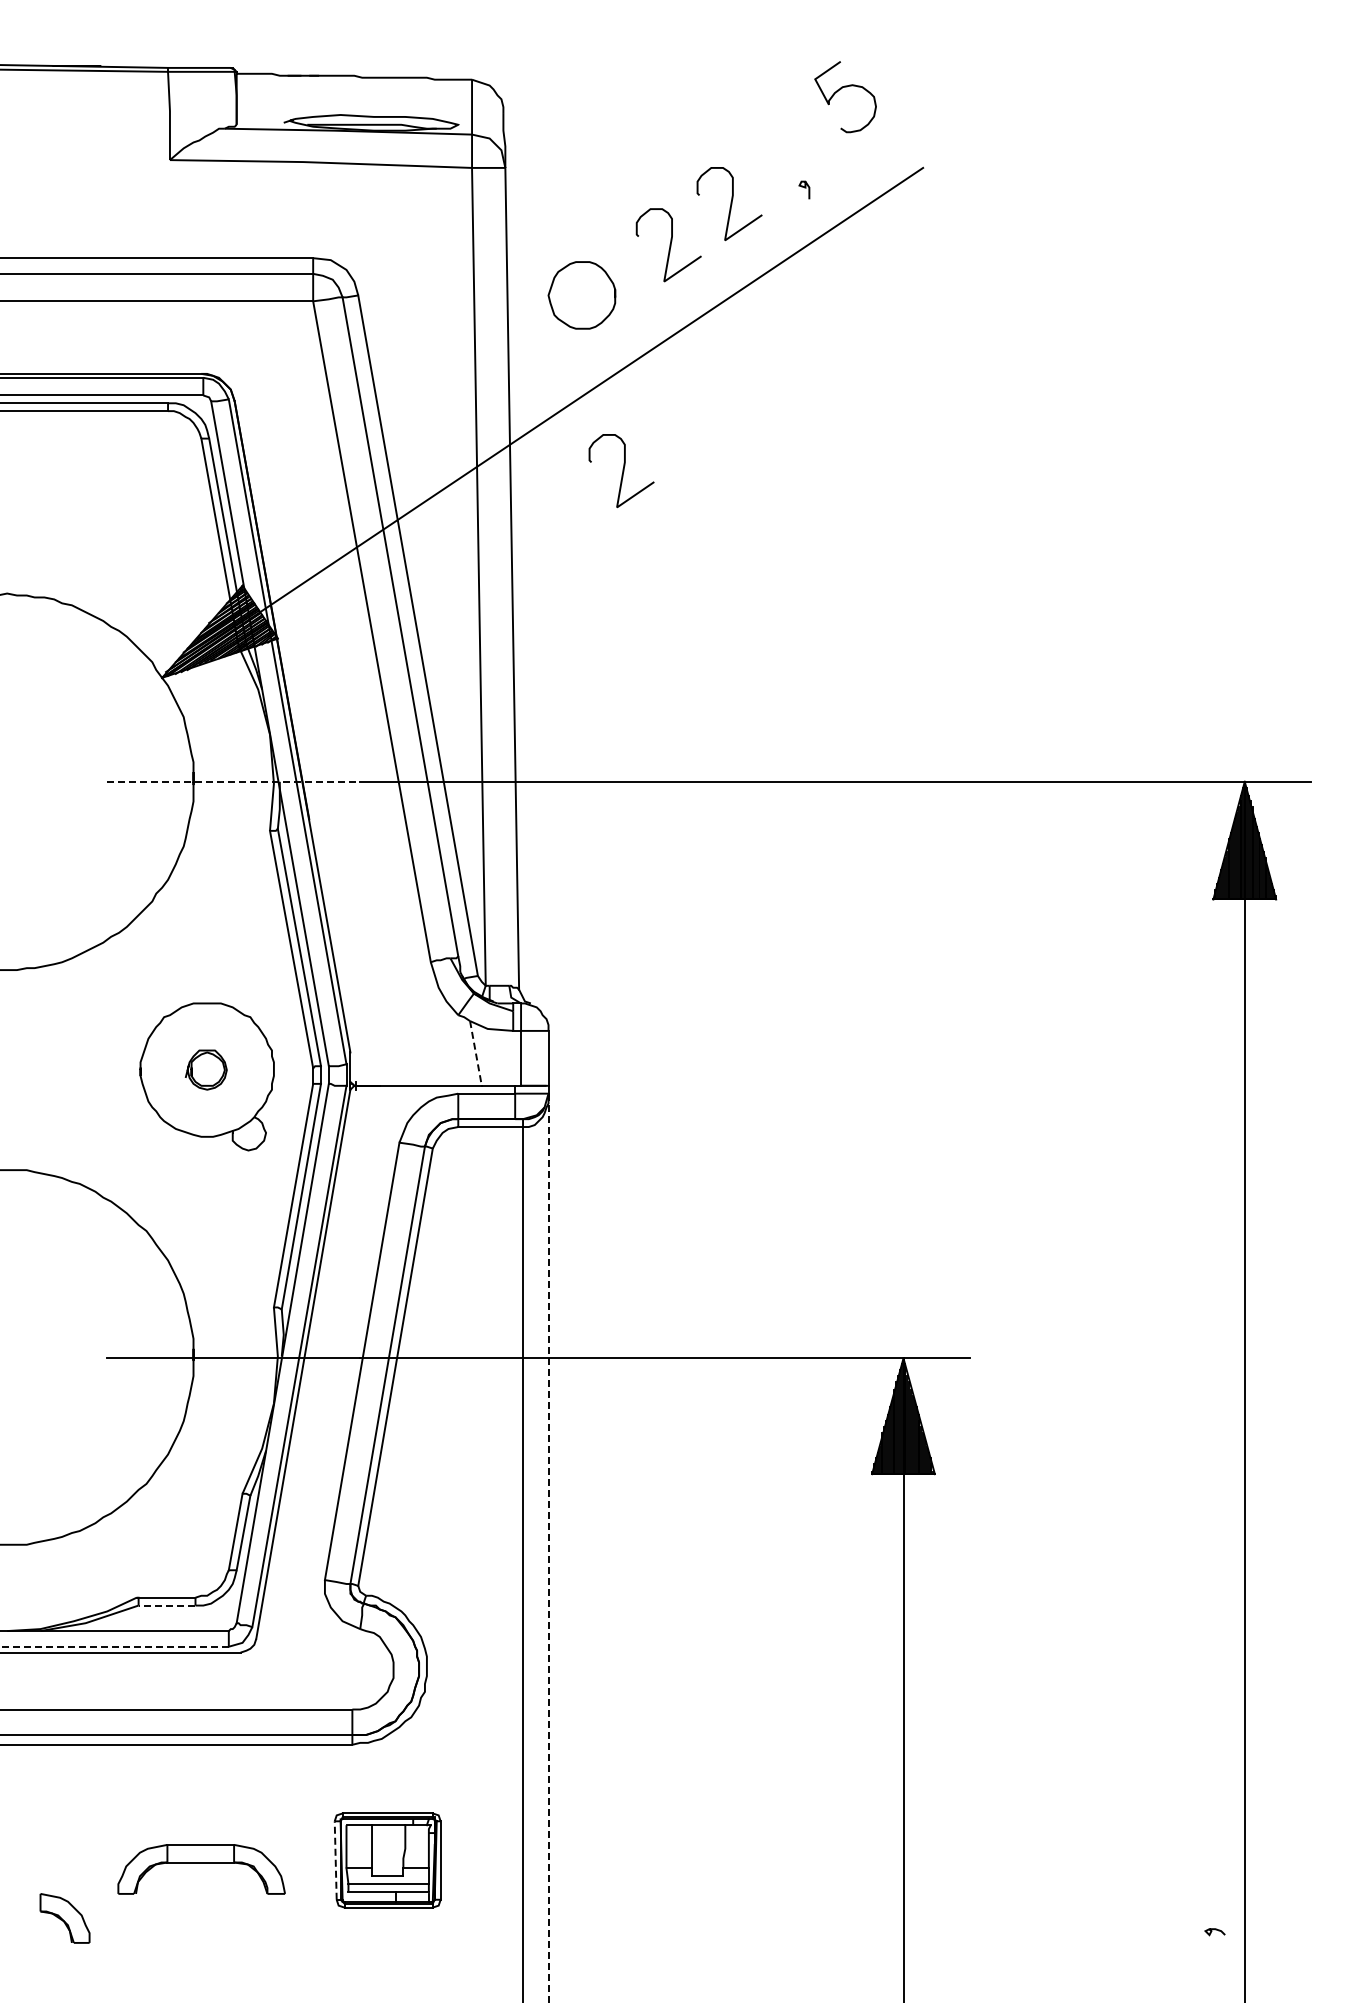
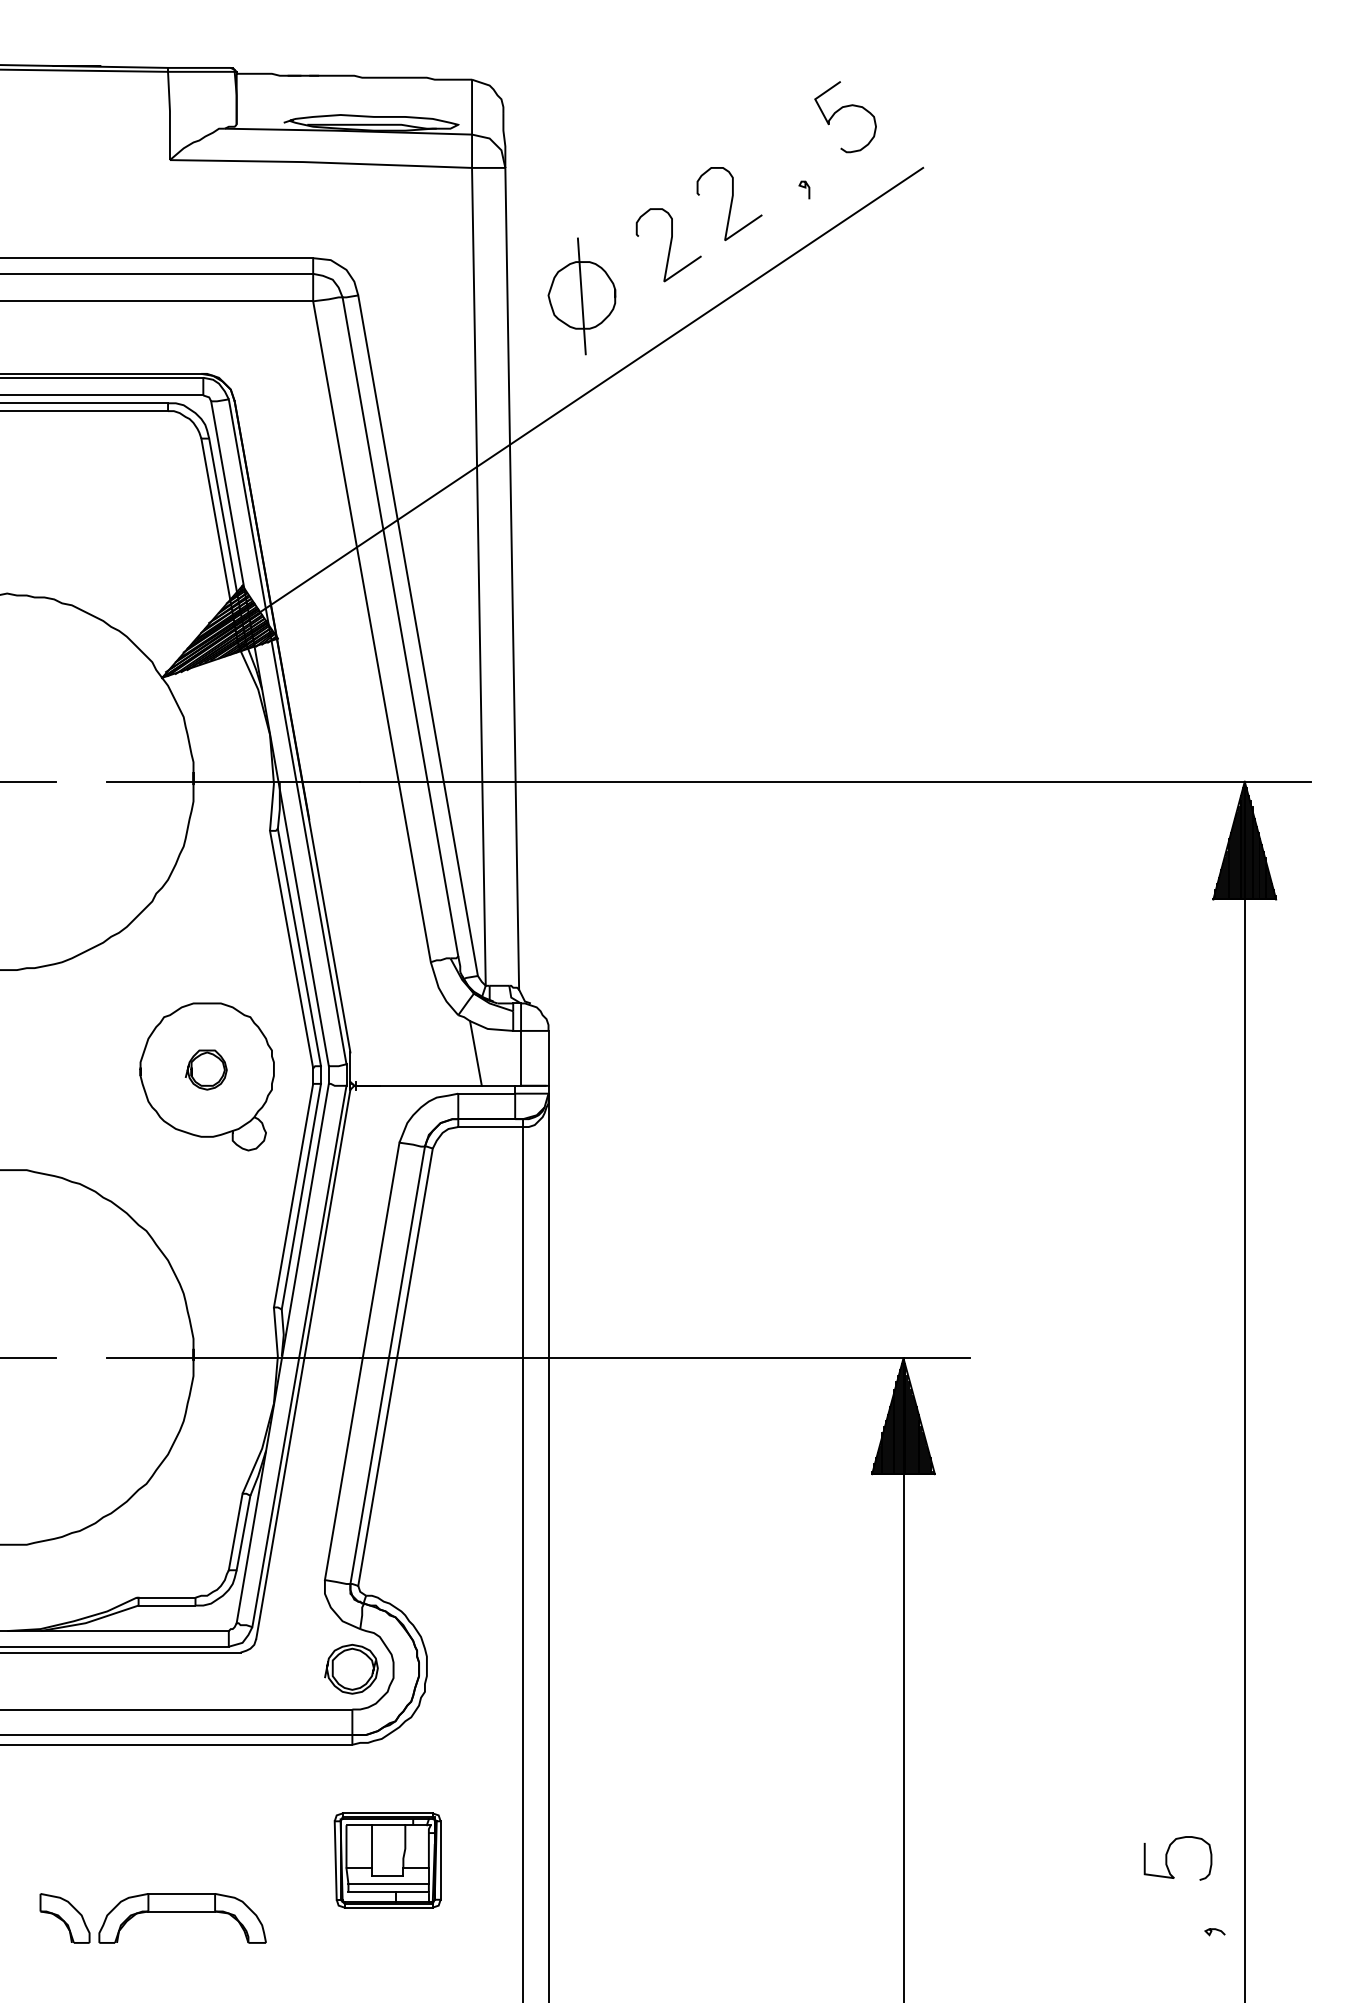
curve at (841, 89) position: (841, 89) -> (841, 109)
line at (581, 296): none -> present
curve at (622, 471): present -> none
line at (29, 781): none -> present
line at (233, 781): dashed -> solid
line at (475, 1053): dashed -> solid
line at (29, 1358): none -> present
line at (548, 1548): dashed -> solid
line at (166, 1605): dashed -> solid
line at (113, 1646): dashed -> solid
part at (351, 1668): none -> present
curve at (1167, 1858): none -> present
line at (335, 1860): dashed -> solid
part at (201, 1869) position: (201, 1869) -> (182, 1918)
